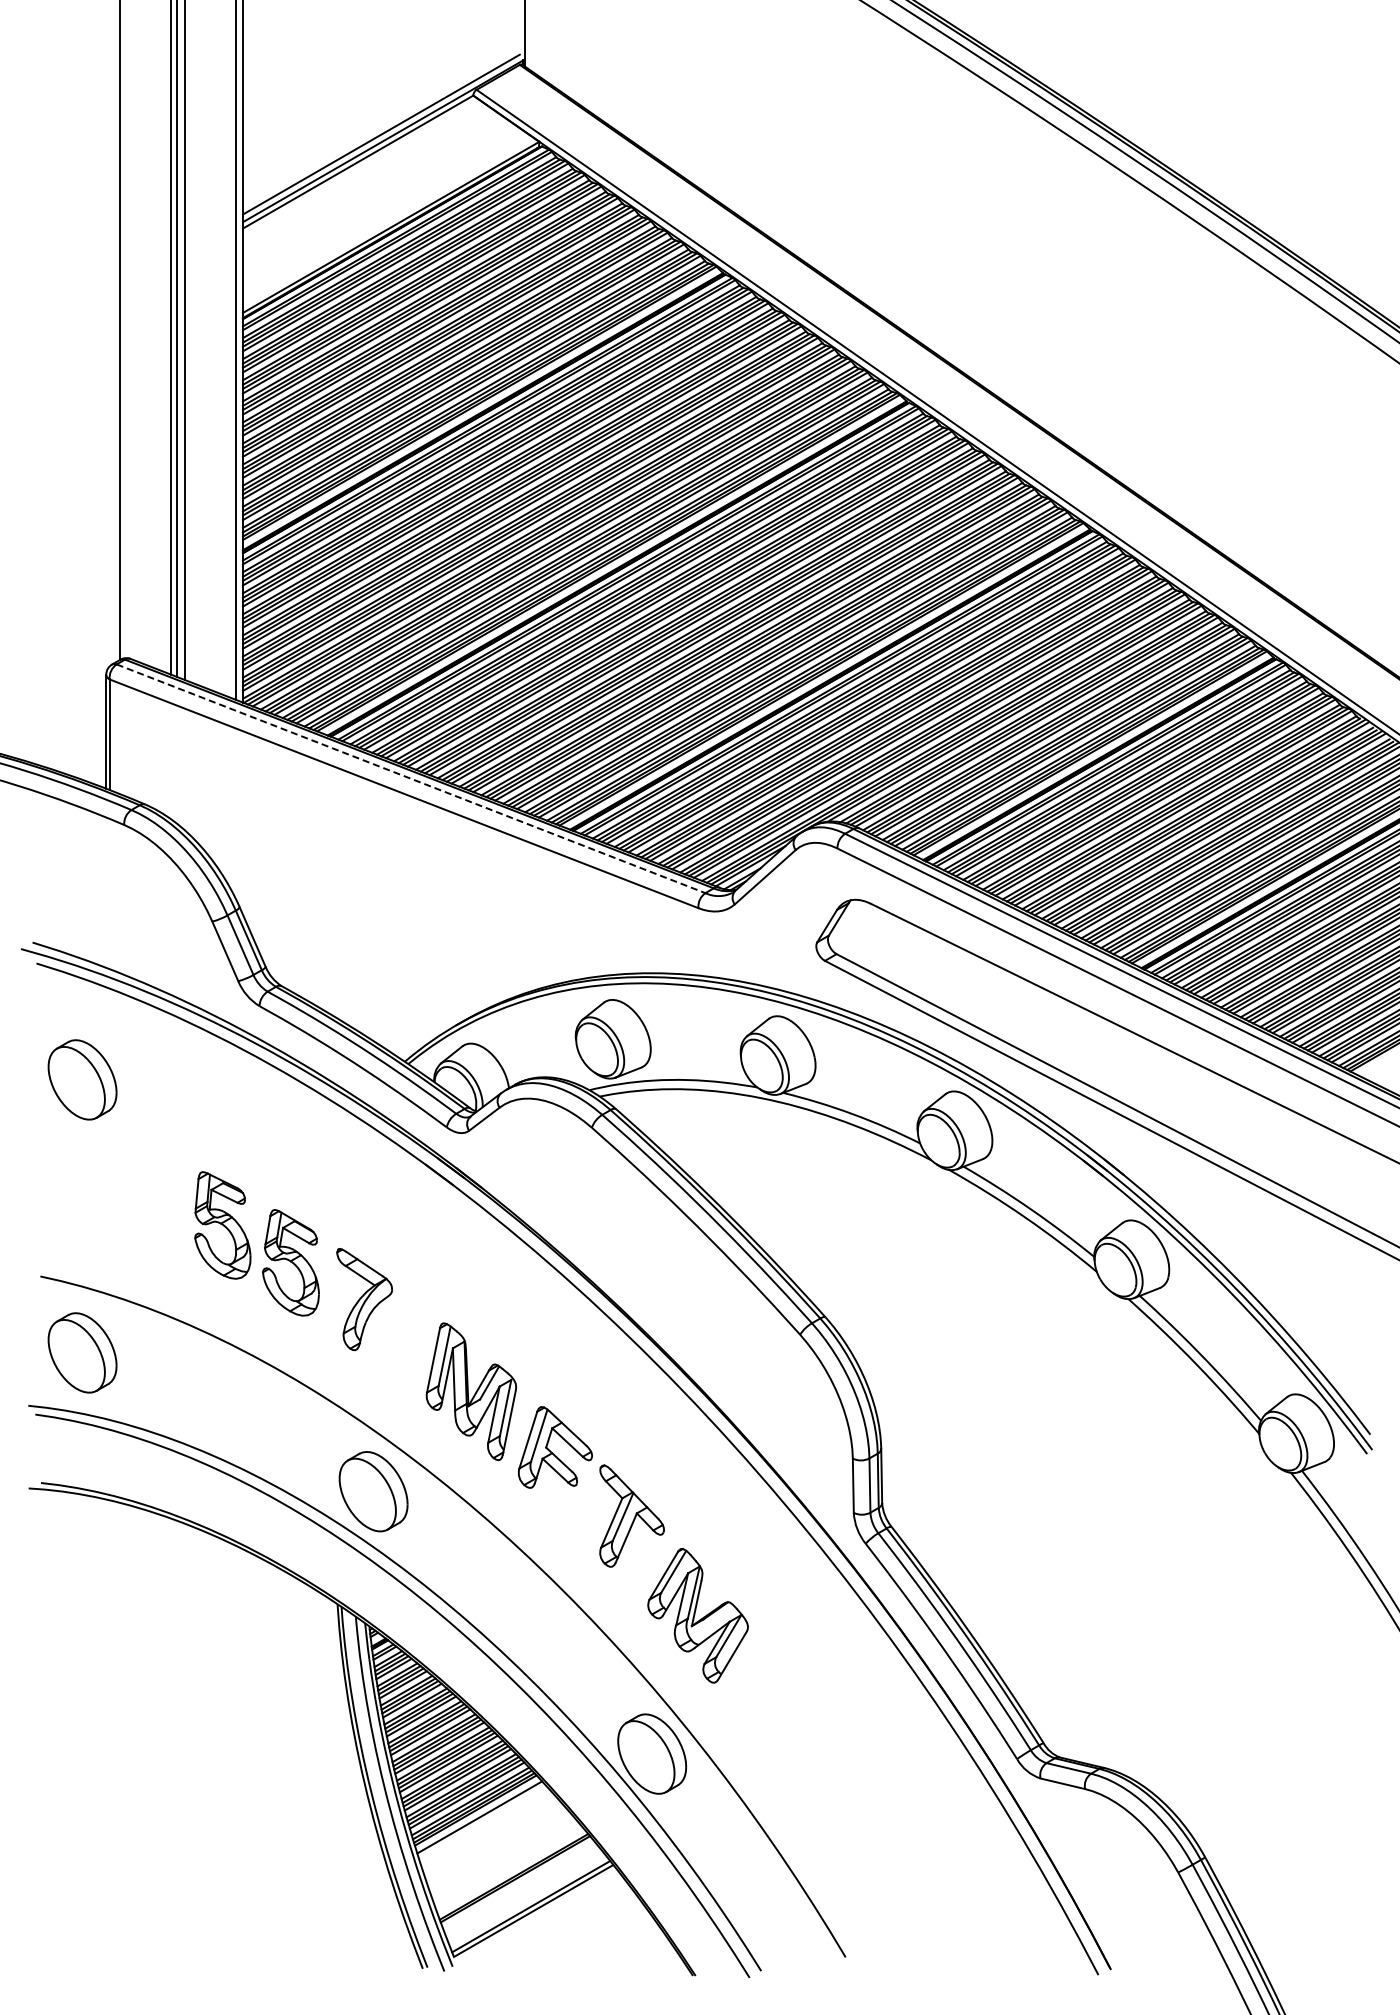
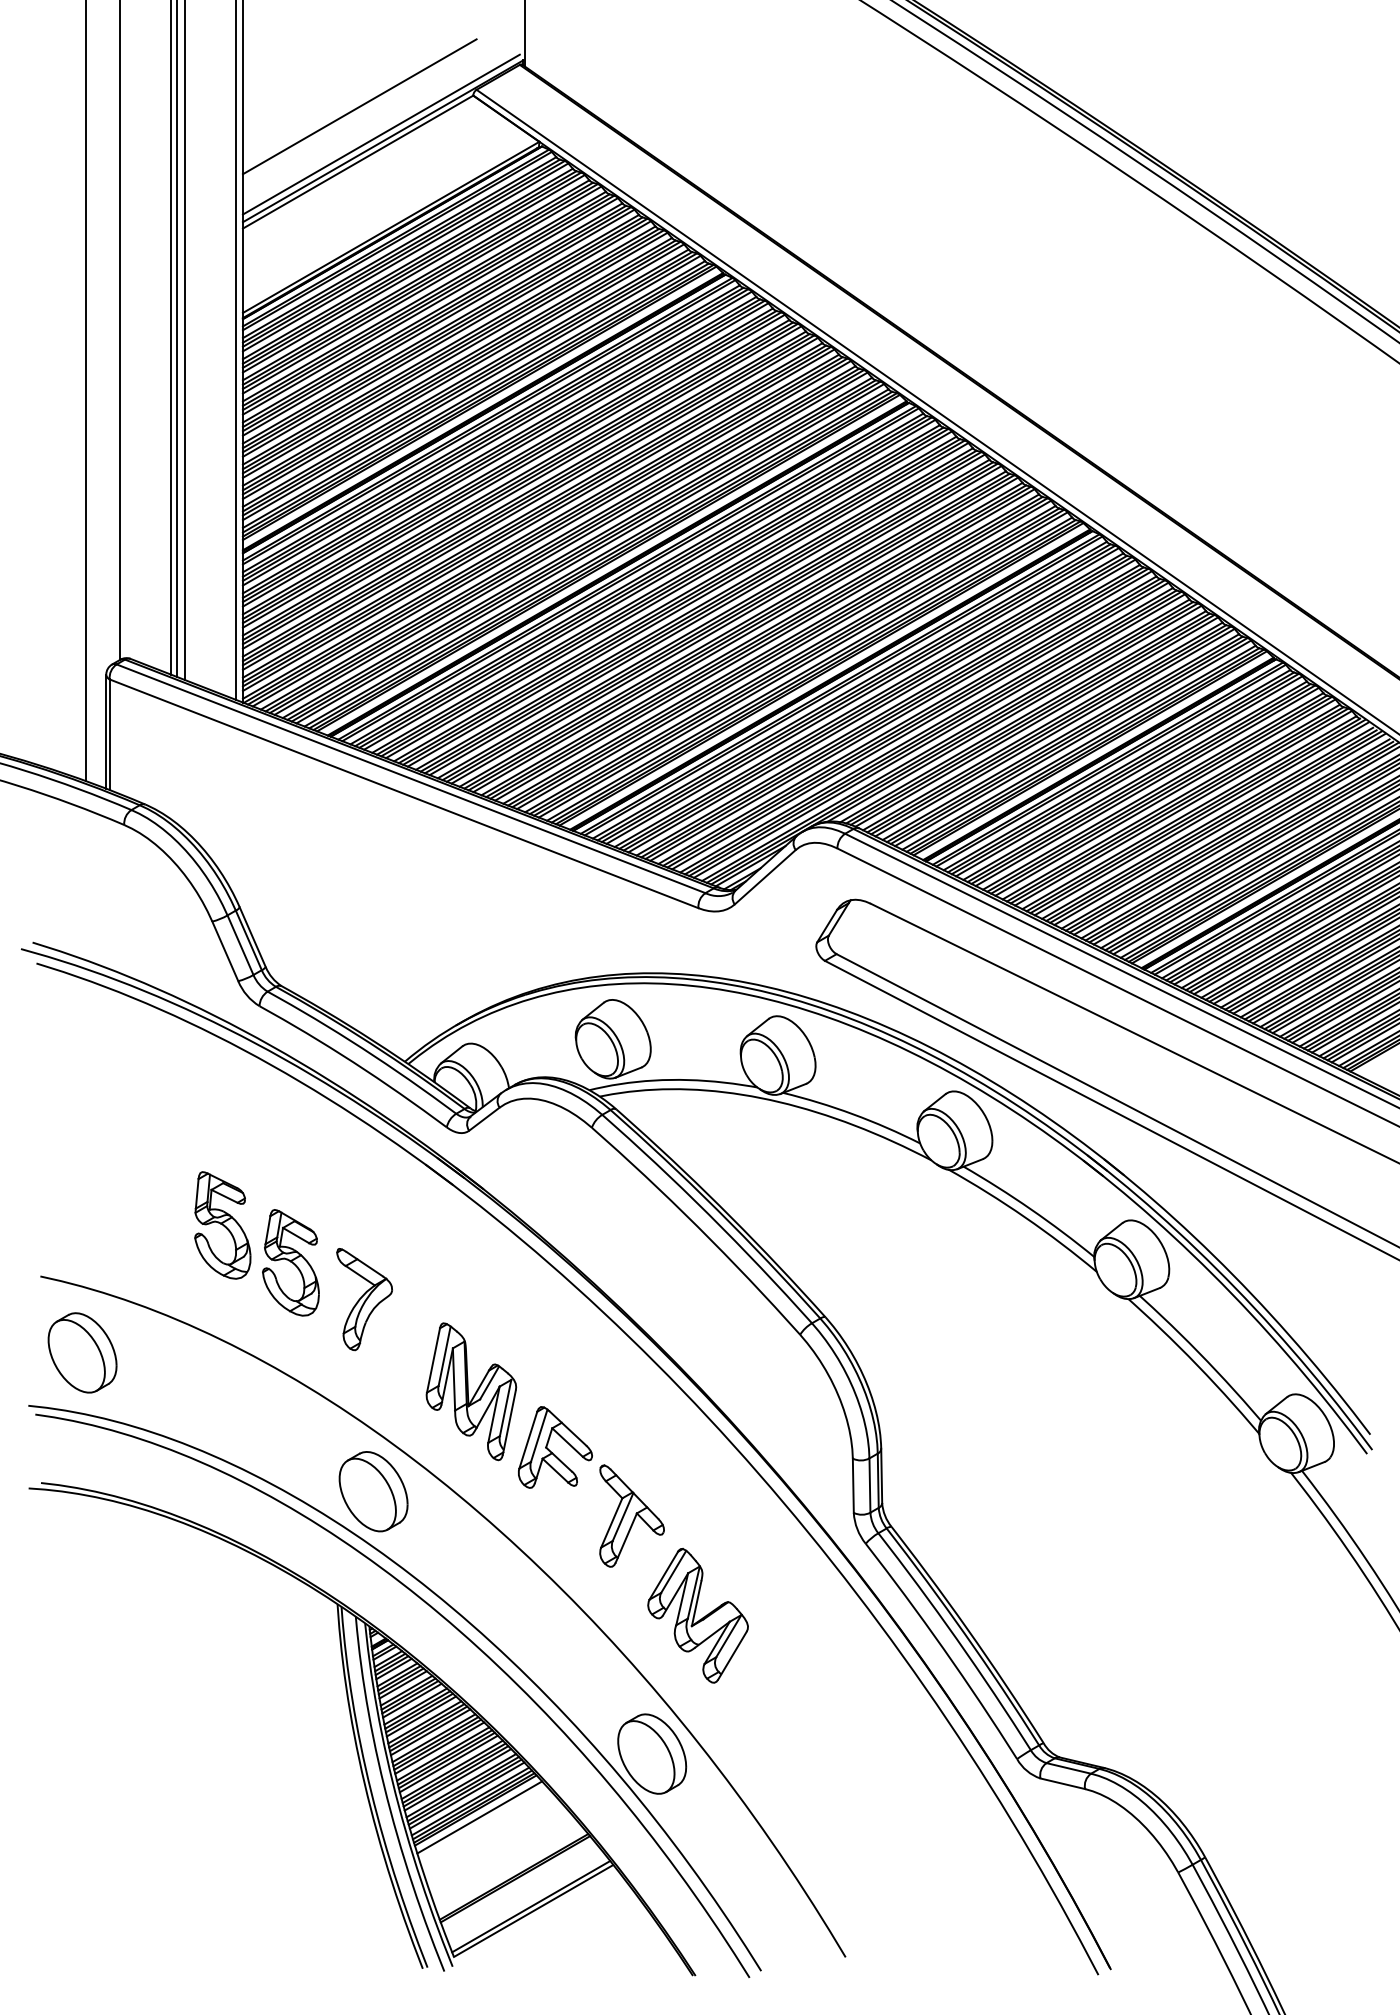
line at (359, 106): none -> present
line at (86, 391): none -> present
line at (411, 778): dashed -> solid
part at (82, 1079): present -> none
